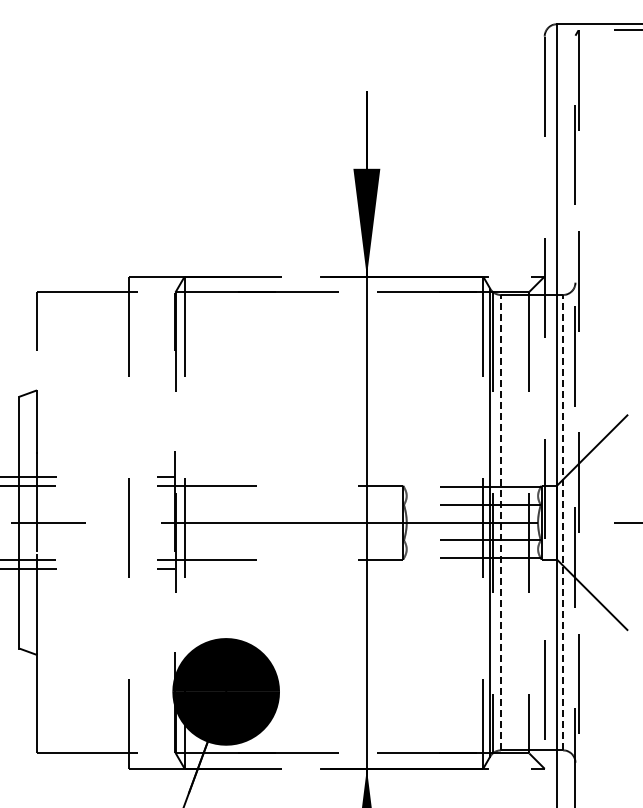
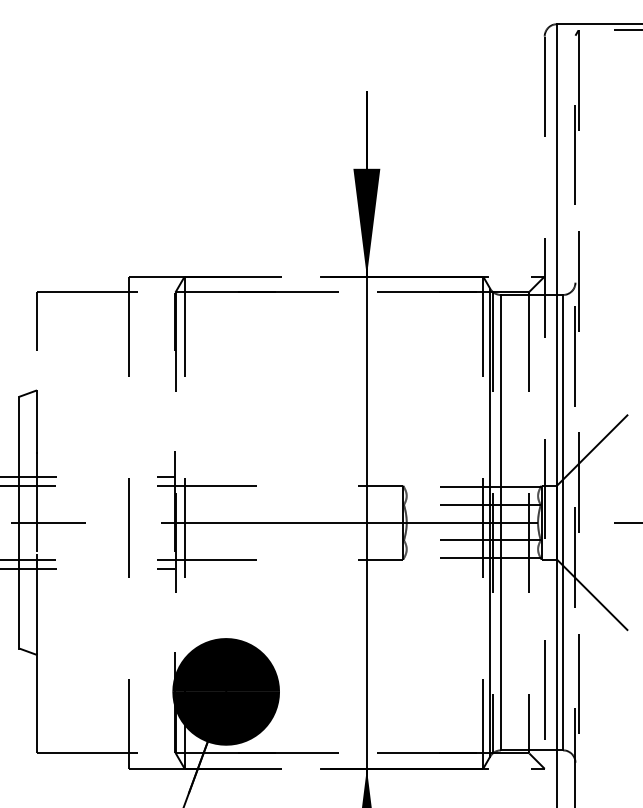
line at (500, 522): dashed -> solid
line at (563, 522): dashed -> solid
